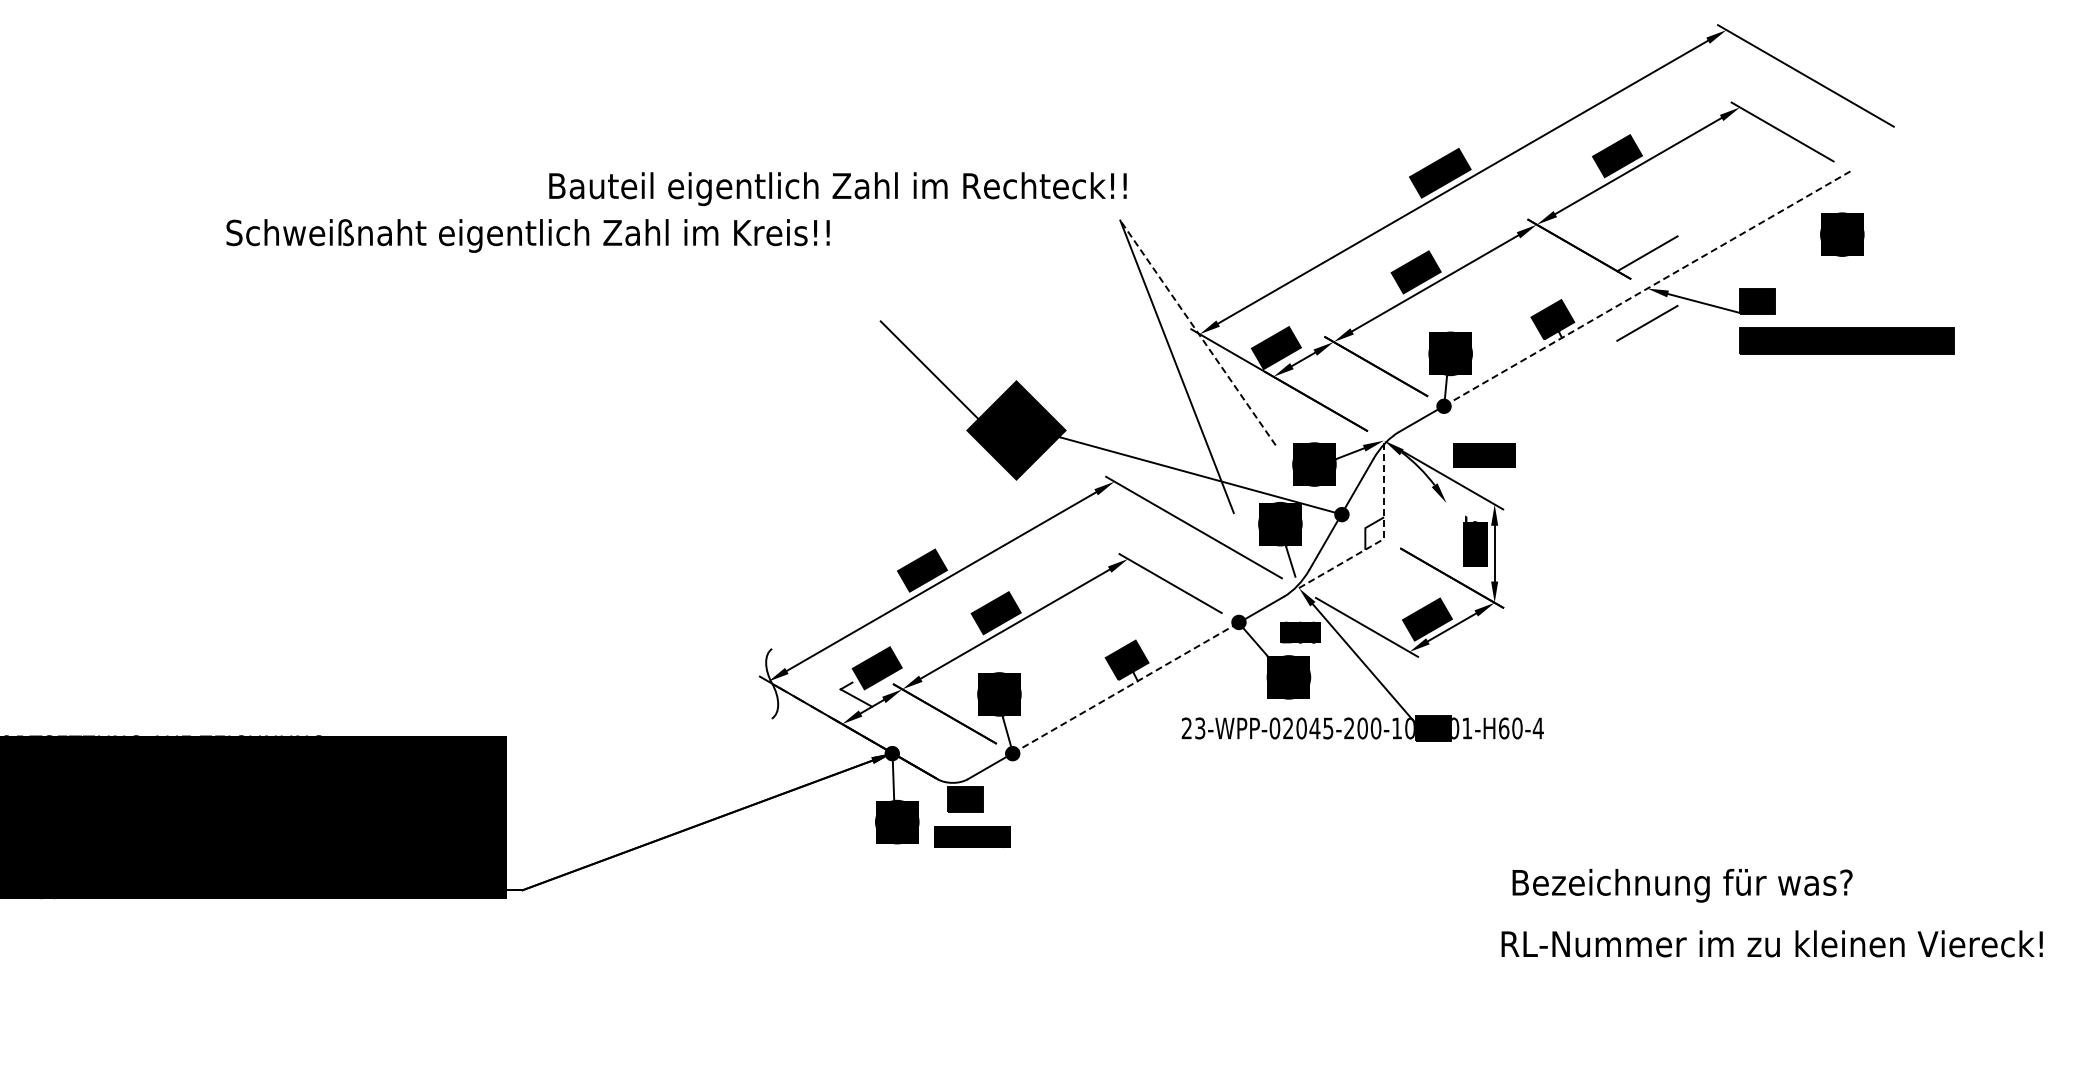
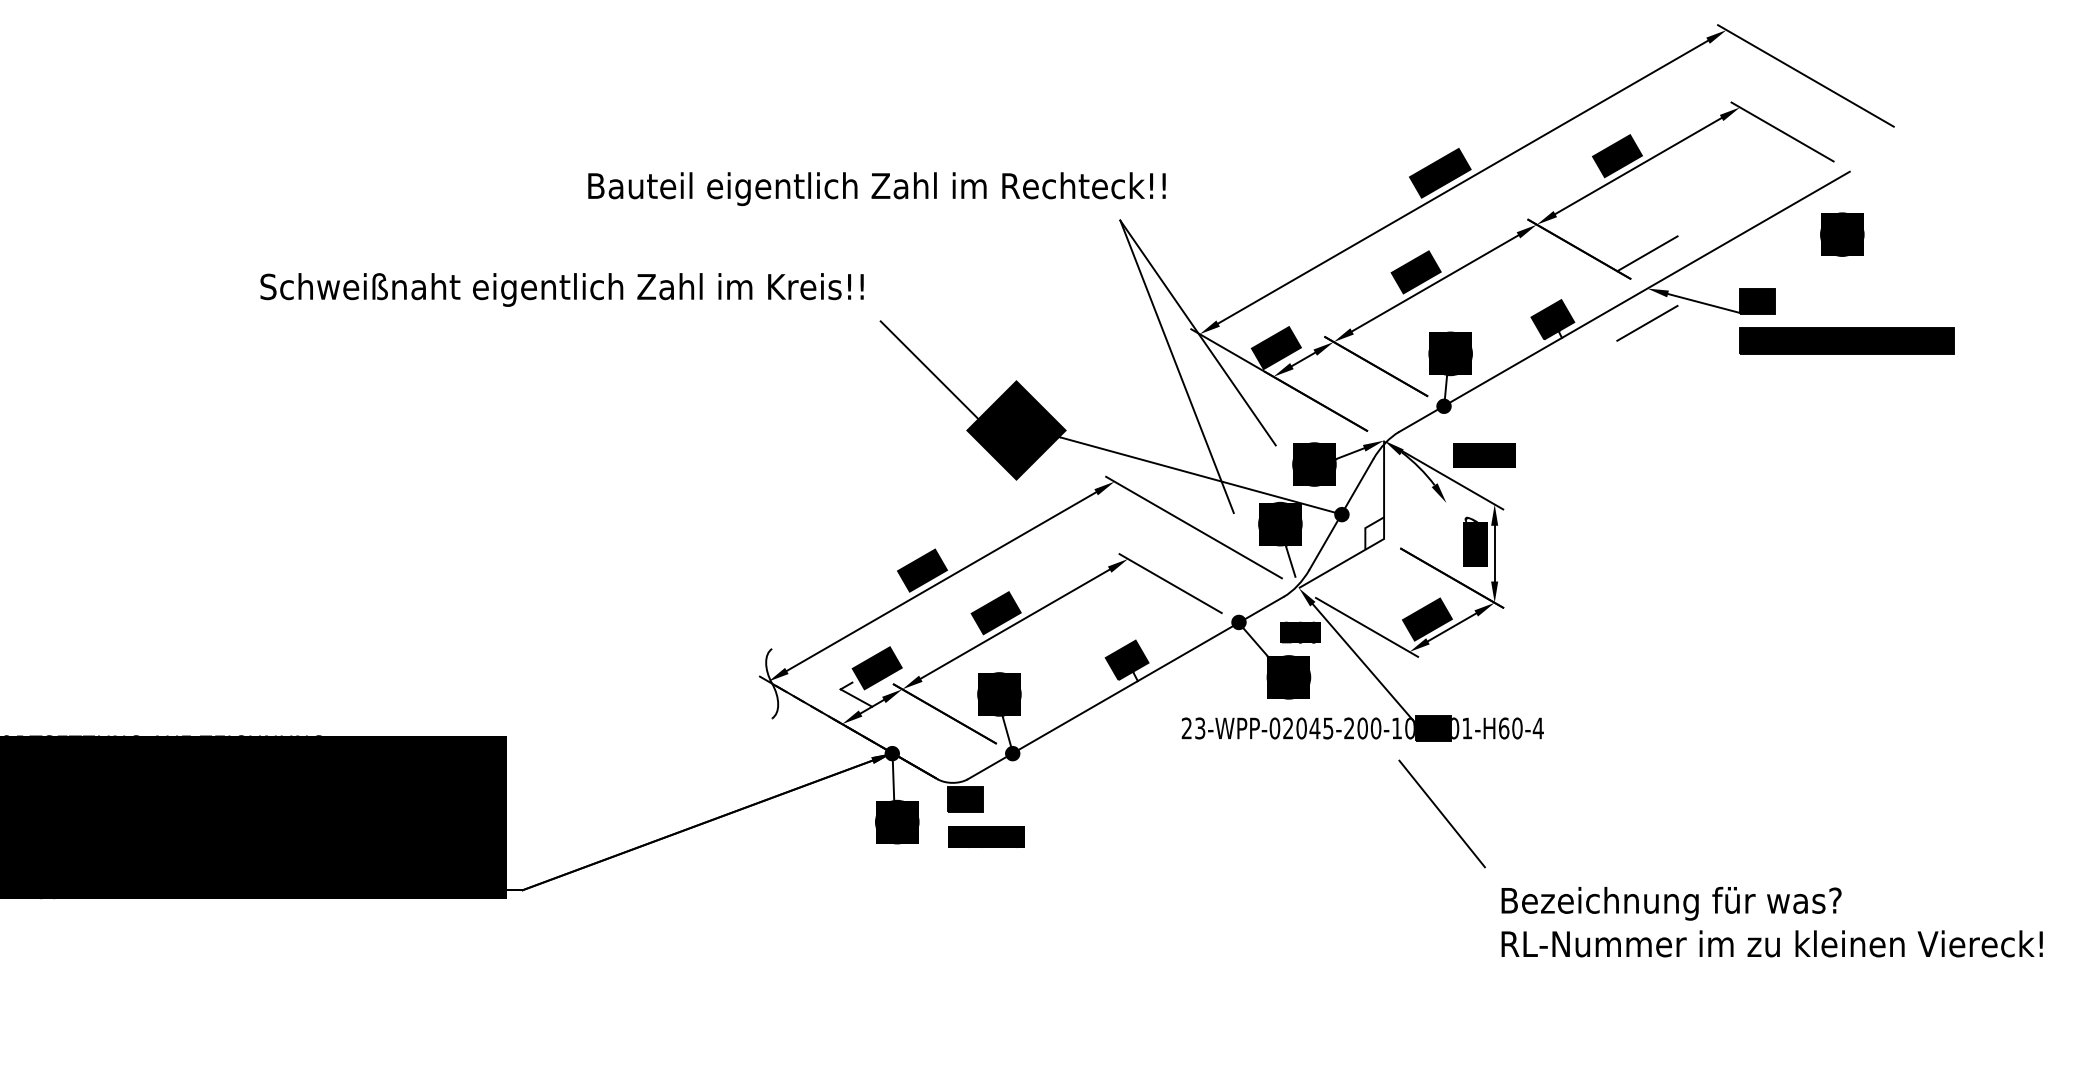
text at (837, 189) position: (837, 189) -> (876, 189)
text at (527, 235) position: (527, 235) -> (561, 289)
line at (1647, 288): dashed -> solid
line at (1198, 332): dashed -> solid
text at (1471, 518): 235 -> 179
line at (1384, 538): dashed -> solid
line at (1126, 687): dashed -> solid
line at (1441, 813): none -> present
text at (972, 836) position: (972, 836) -> (986, 836)
text at (1682, 885) position: (1682, 885) -> (1671, 903)
